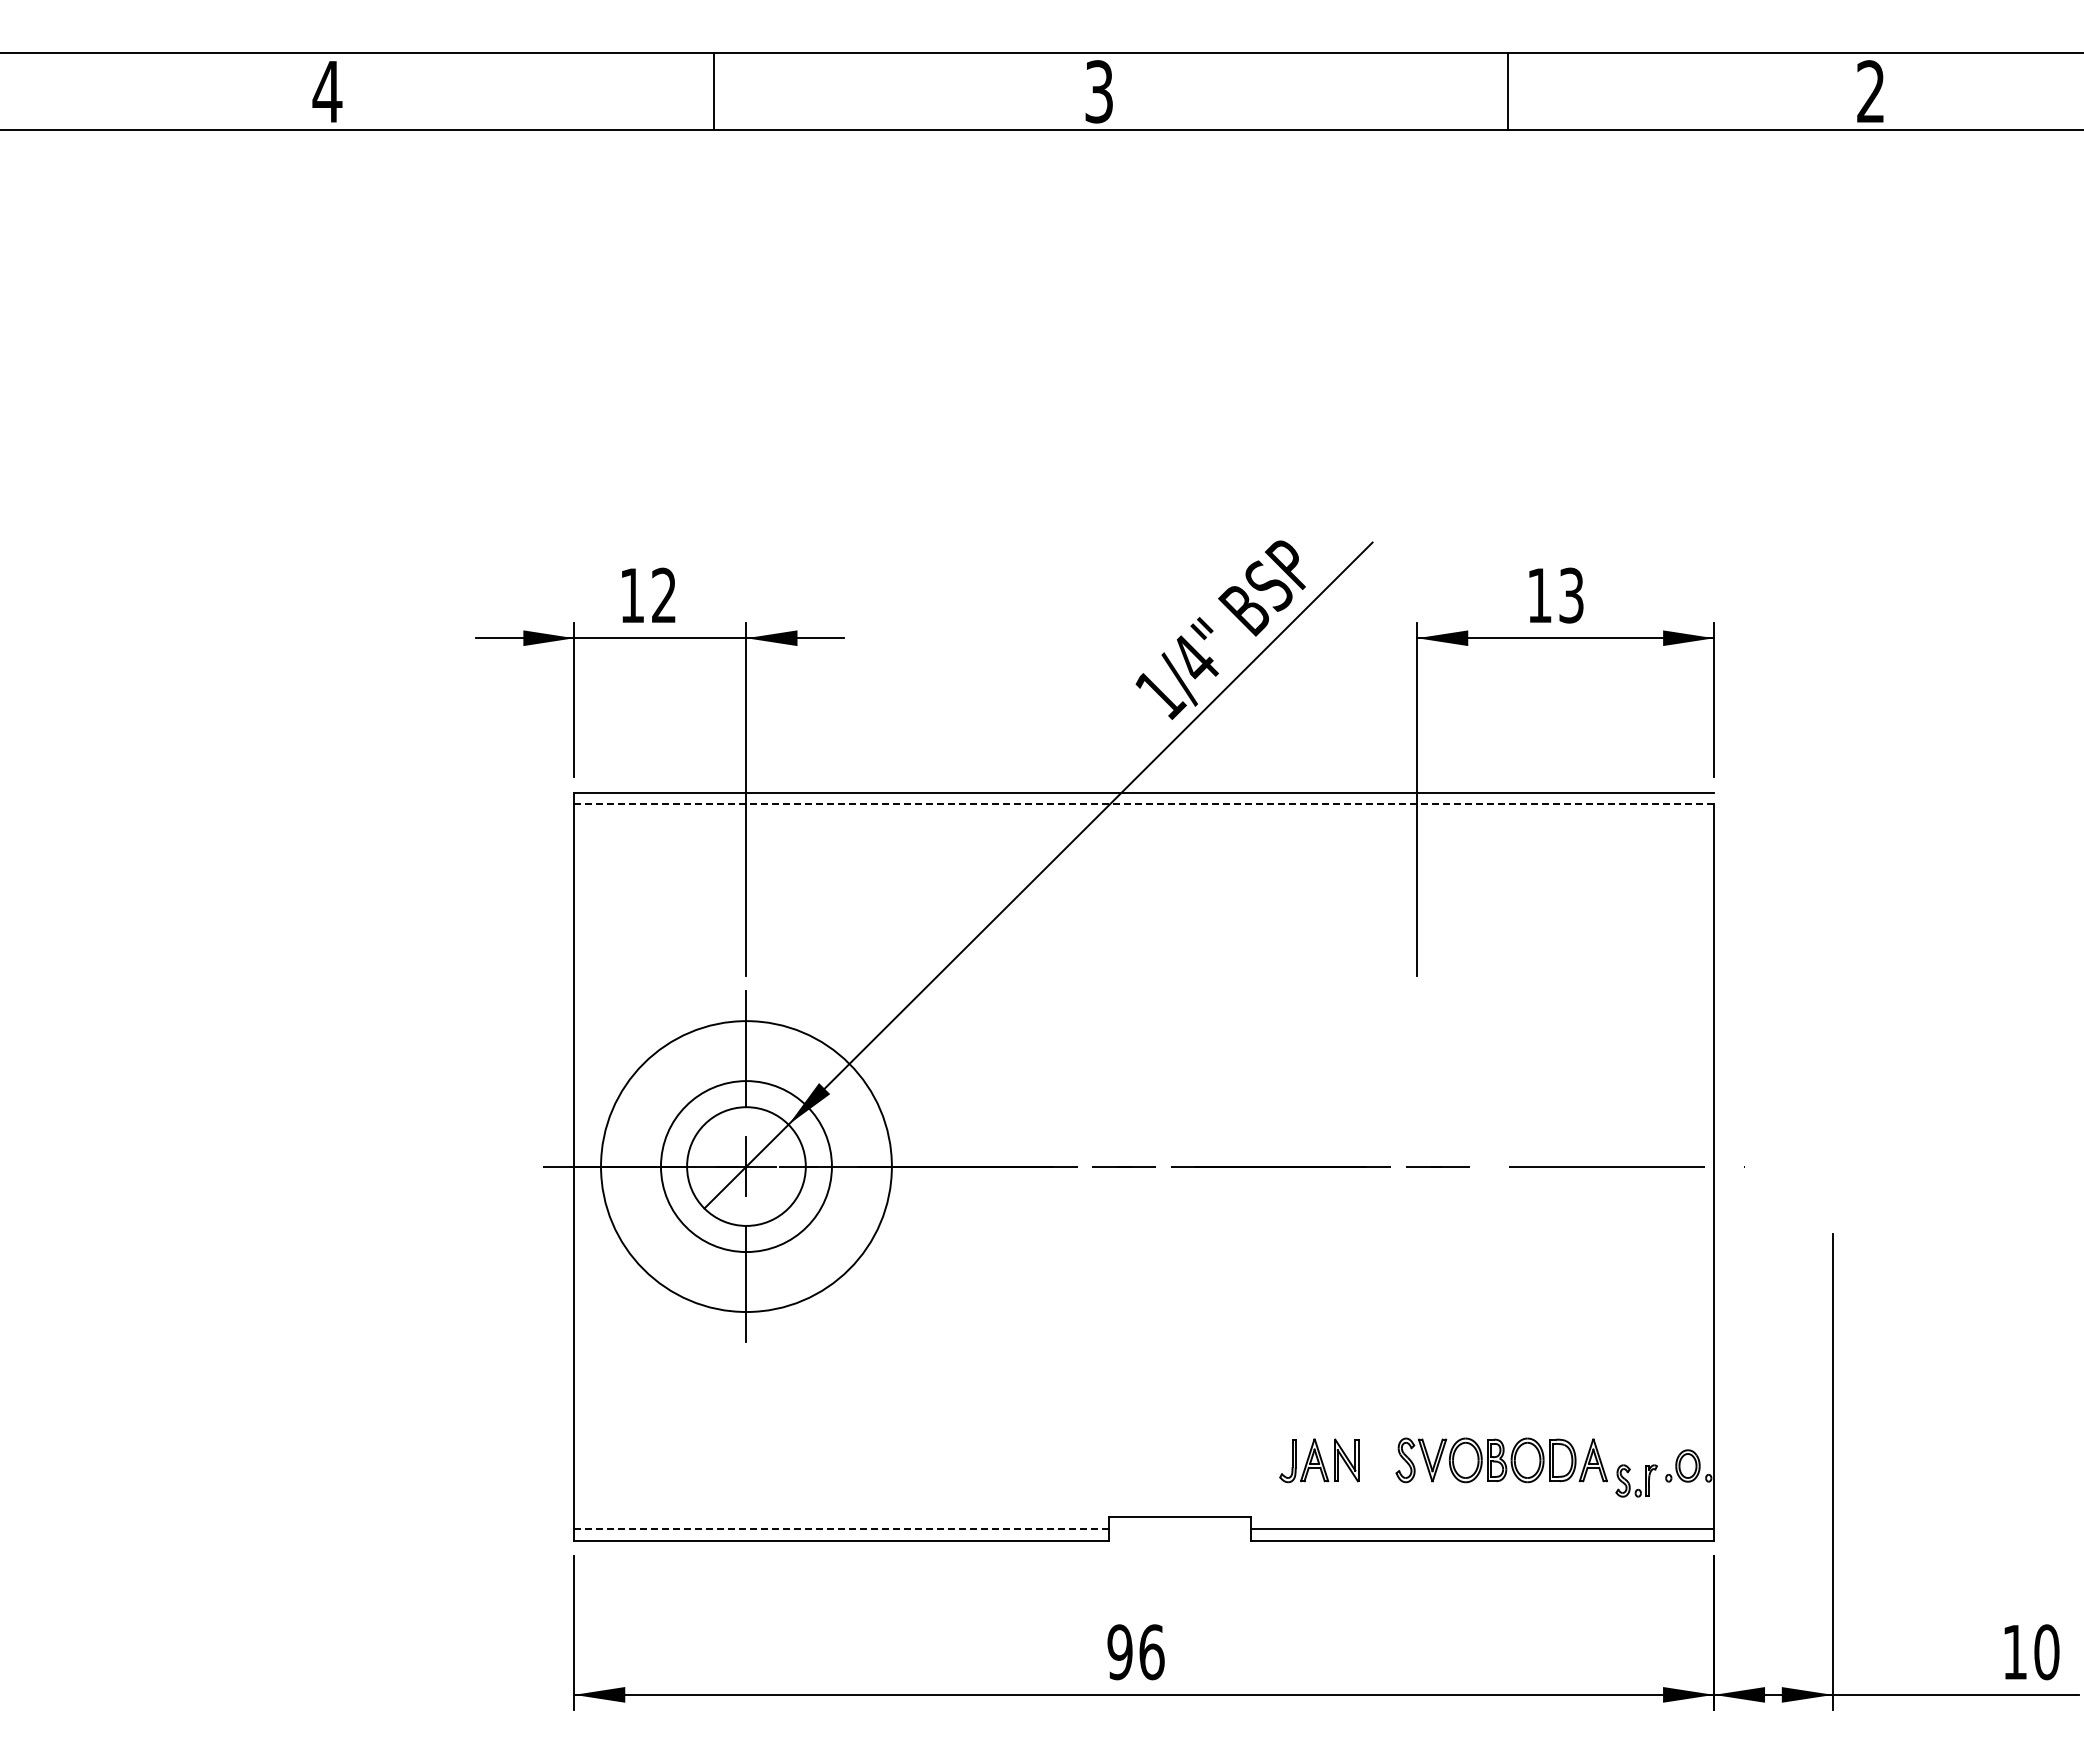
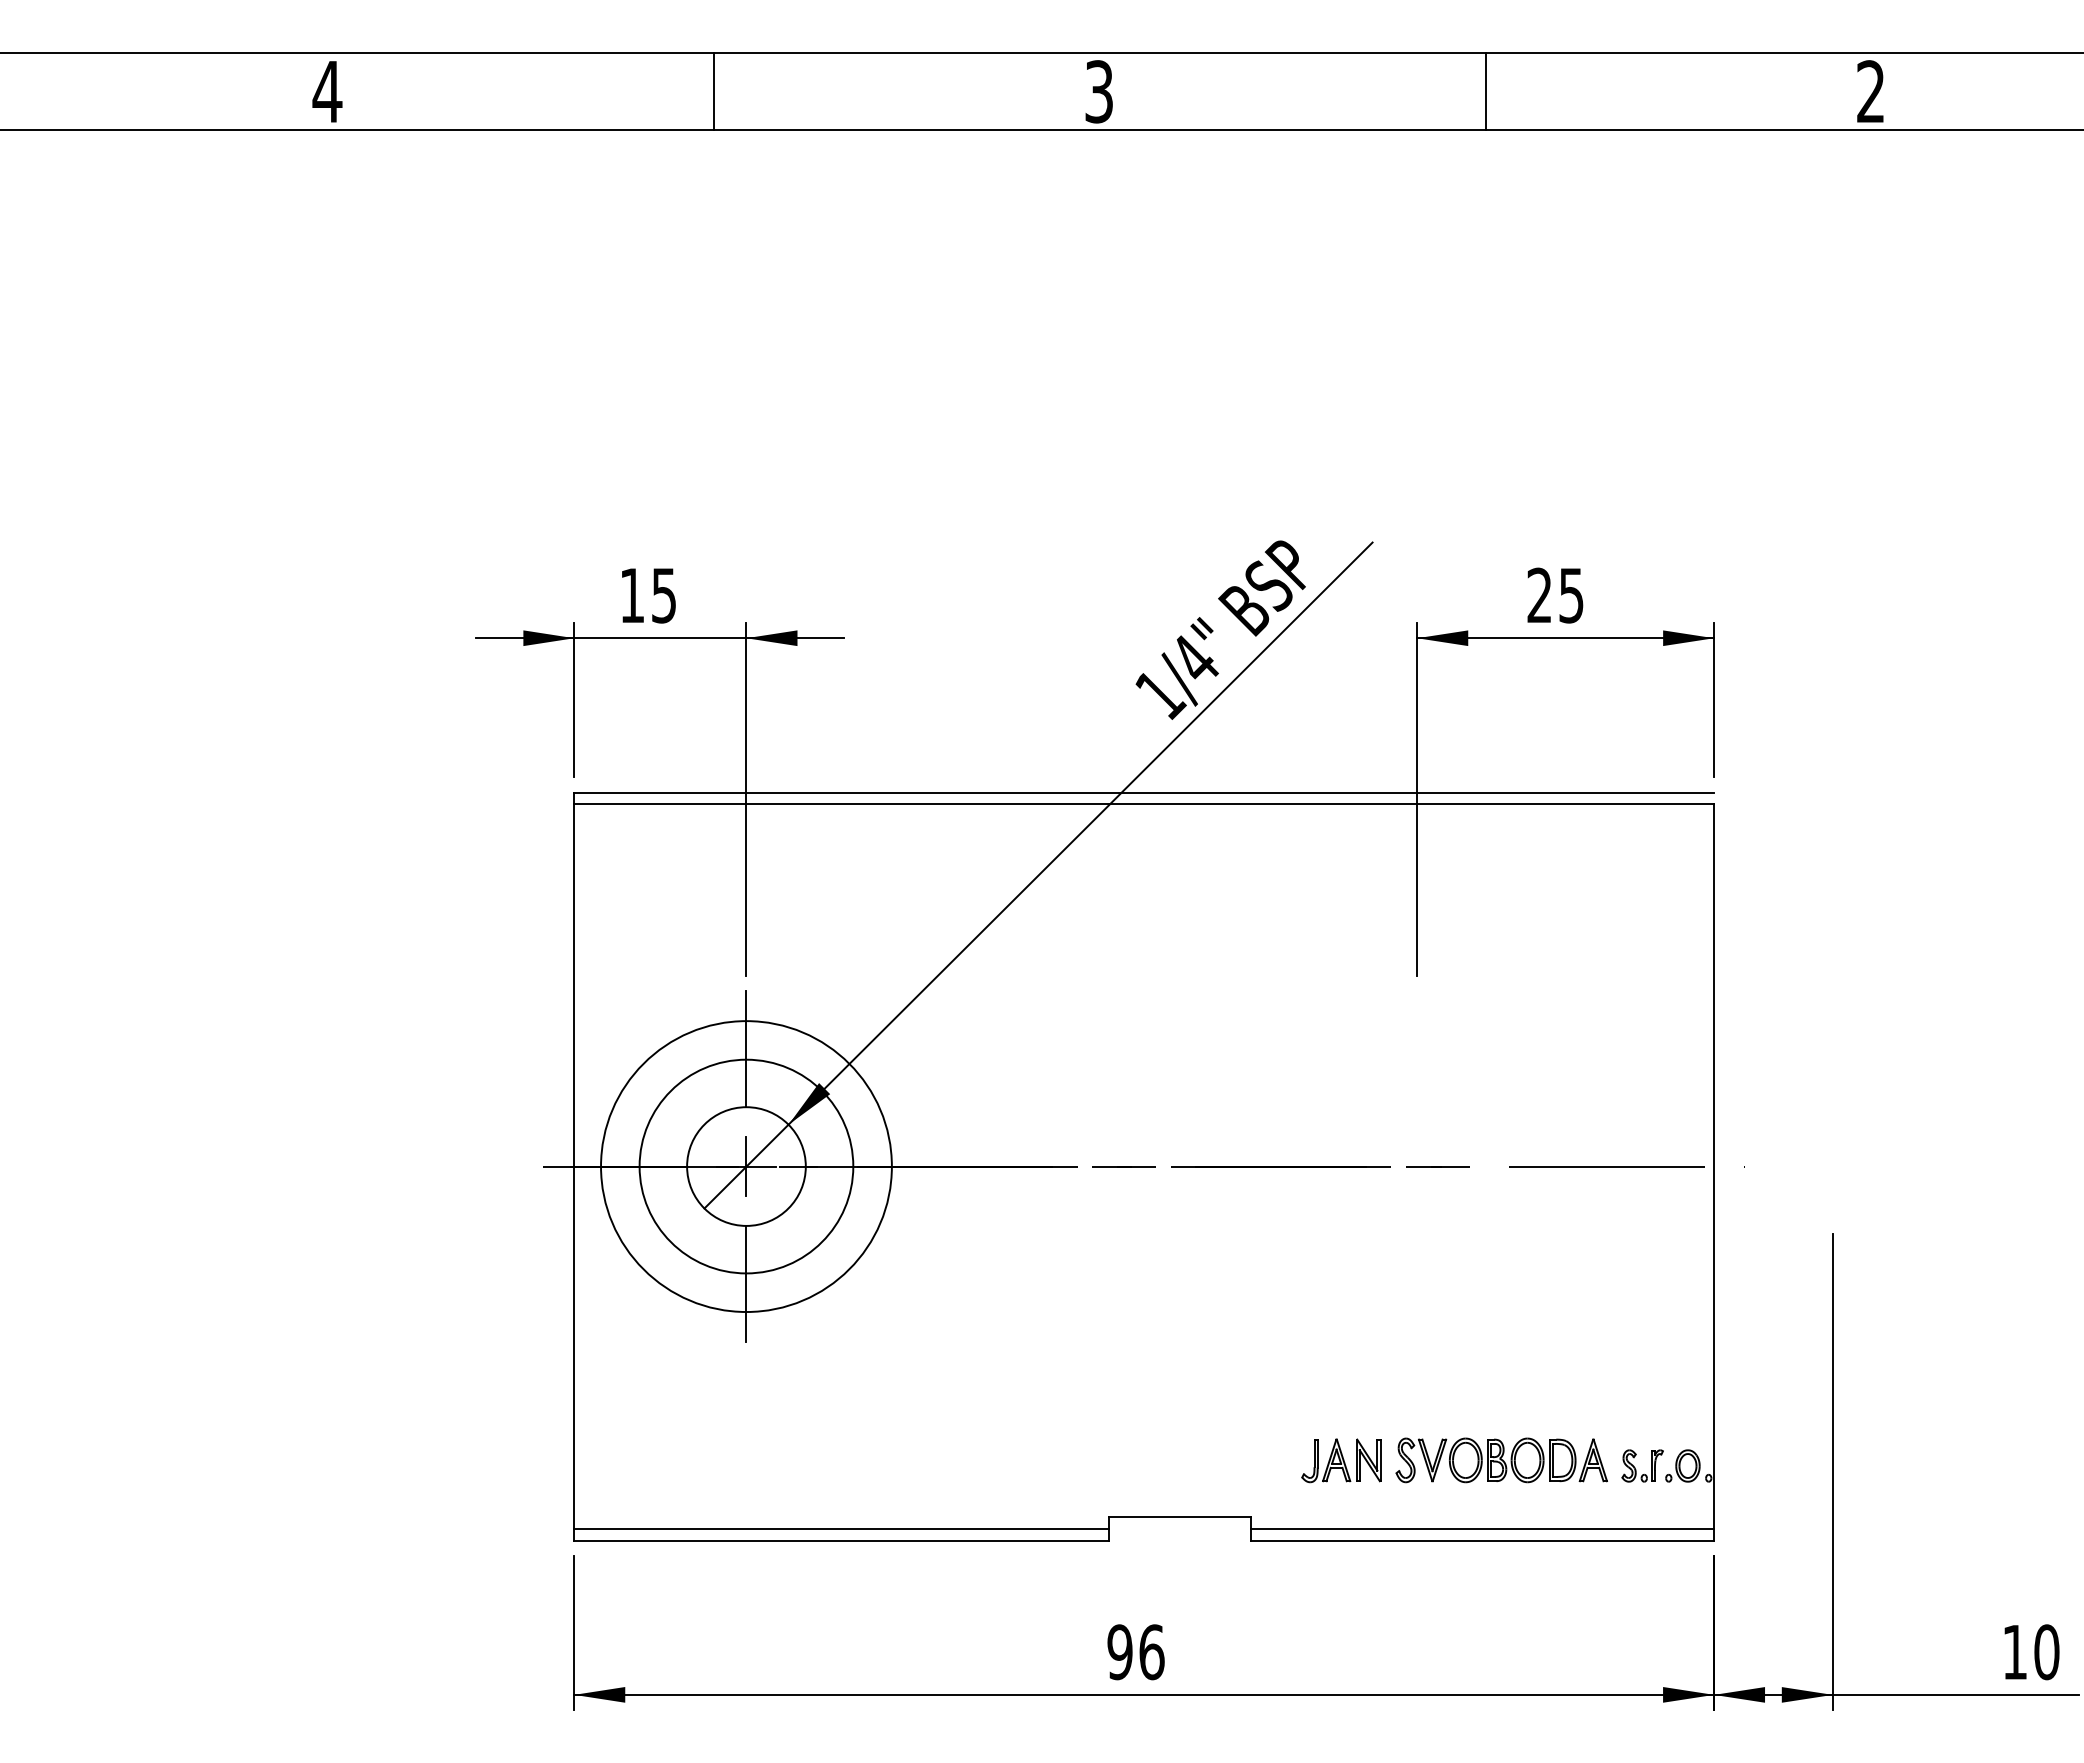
line at (1507, 90) position: (1507, 90) -> (1485, 90)
text at (1555, 594): 13 -> 25
text at (663, 595): 12 -> 15
line at (1144, 804): dashed -> solid
circle at (745, 1166) diameter: 171 px -> 214 px
part at (1319, 1460) position: (1319, 1460) -> (1341, 1460)
part at (1630, 1484) position: (1630, 1484) -> (1636, 1469)
line at (841, 1528): dashed -> solid
